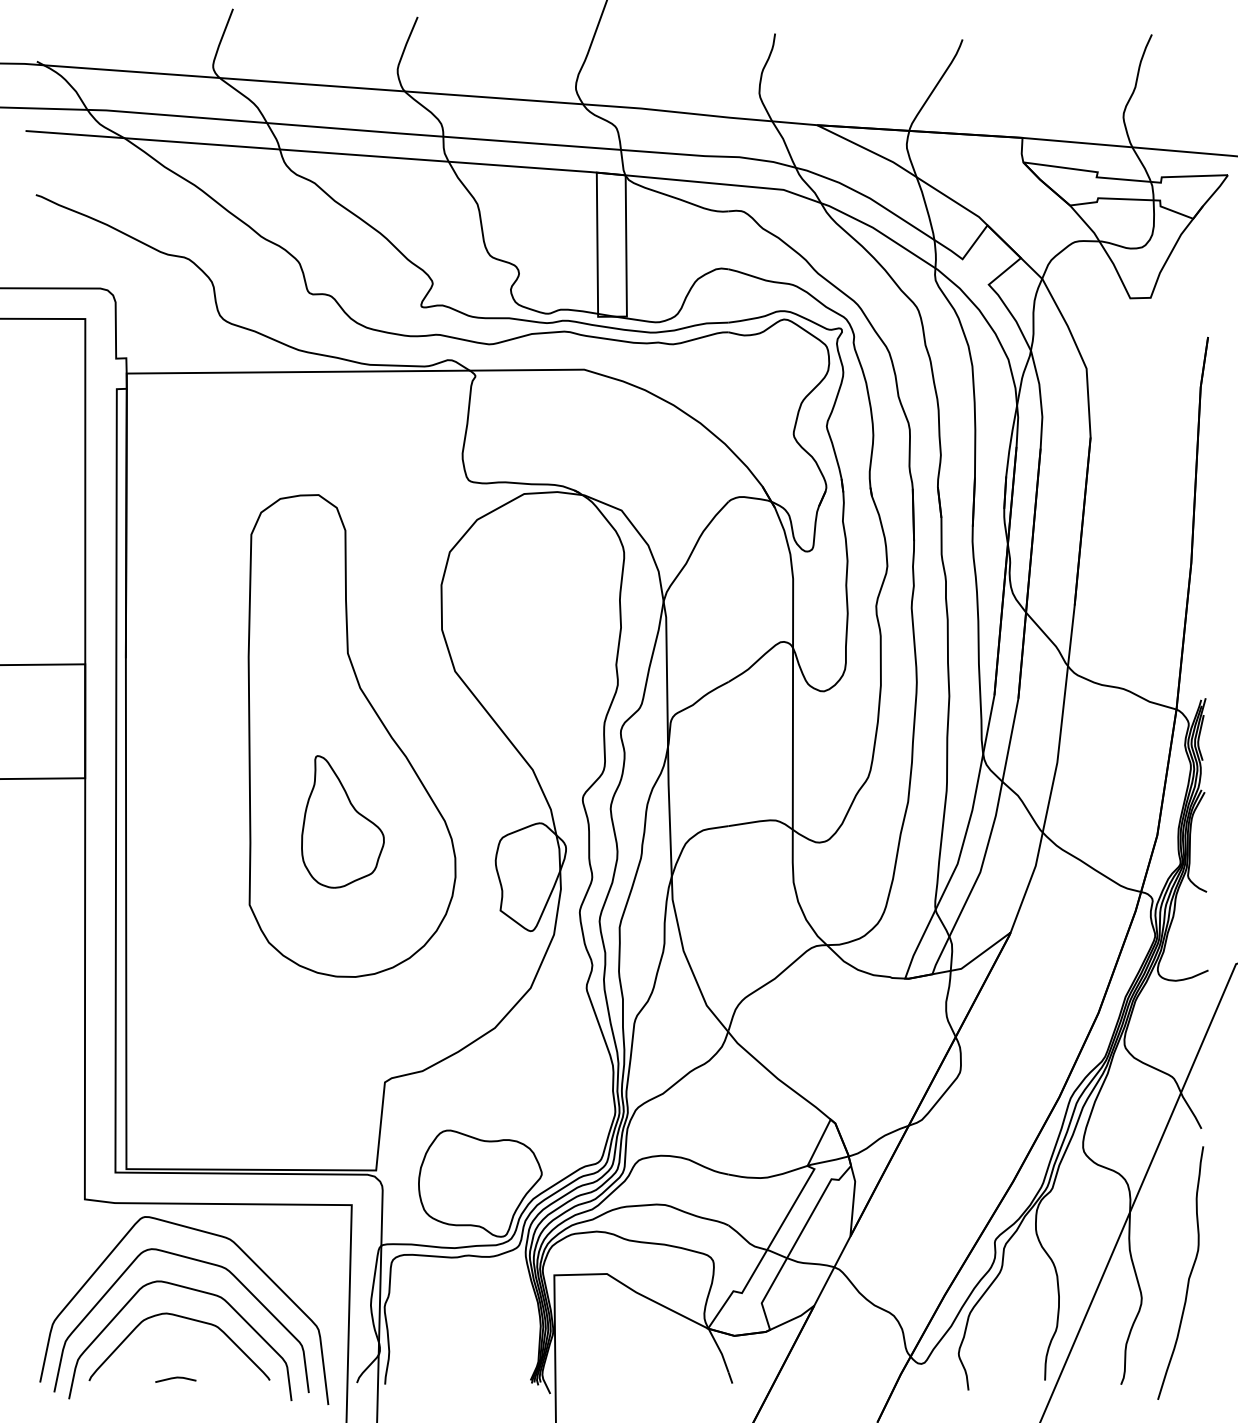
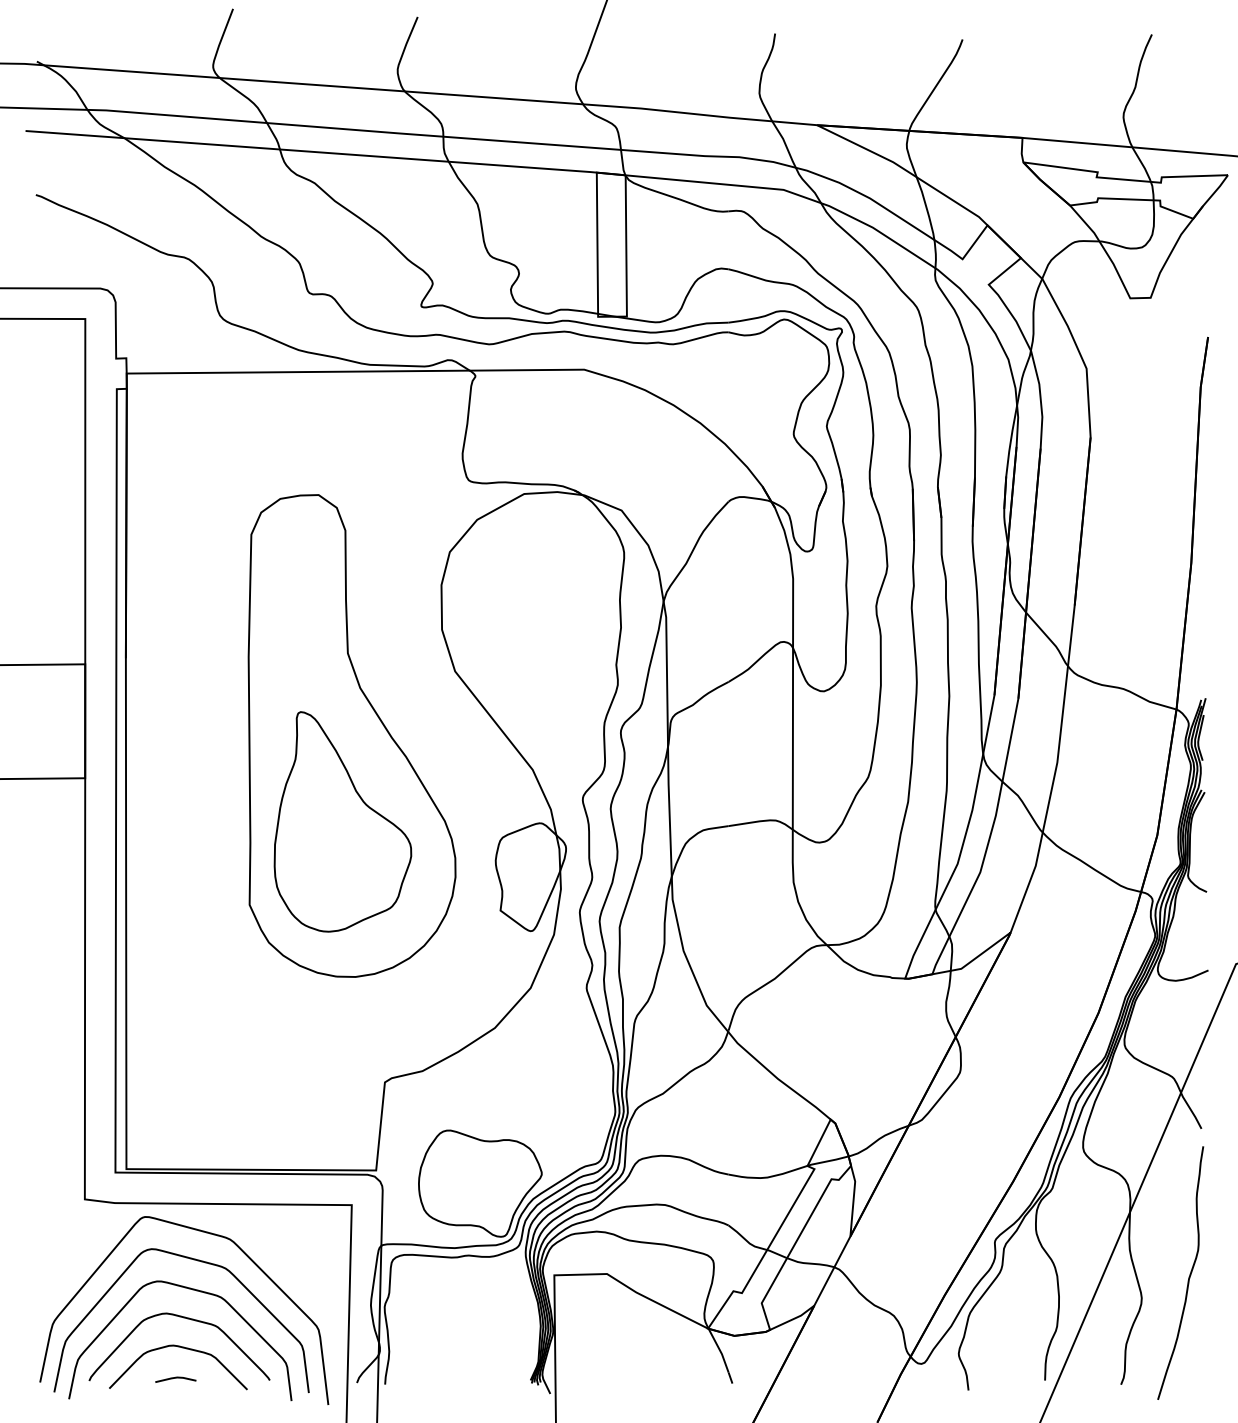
part at (342, 821) size: 84x134 px -> 140x222 px
curve at (182, 1348): none -> present
